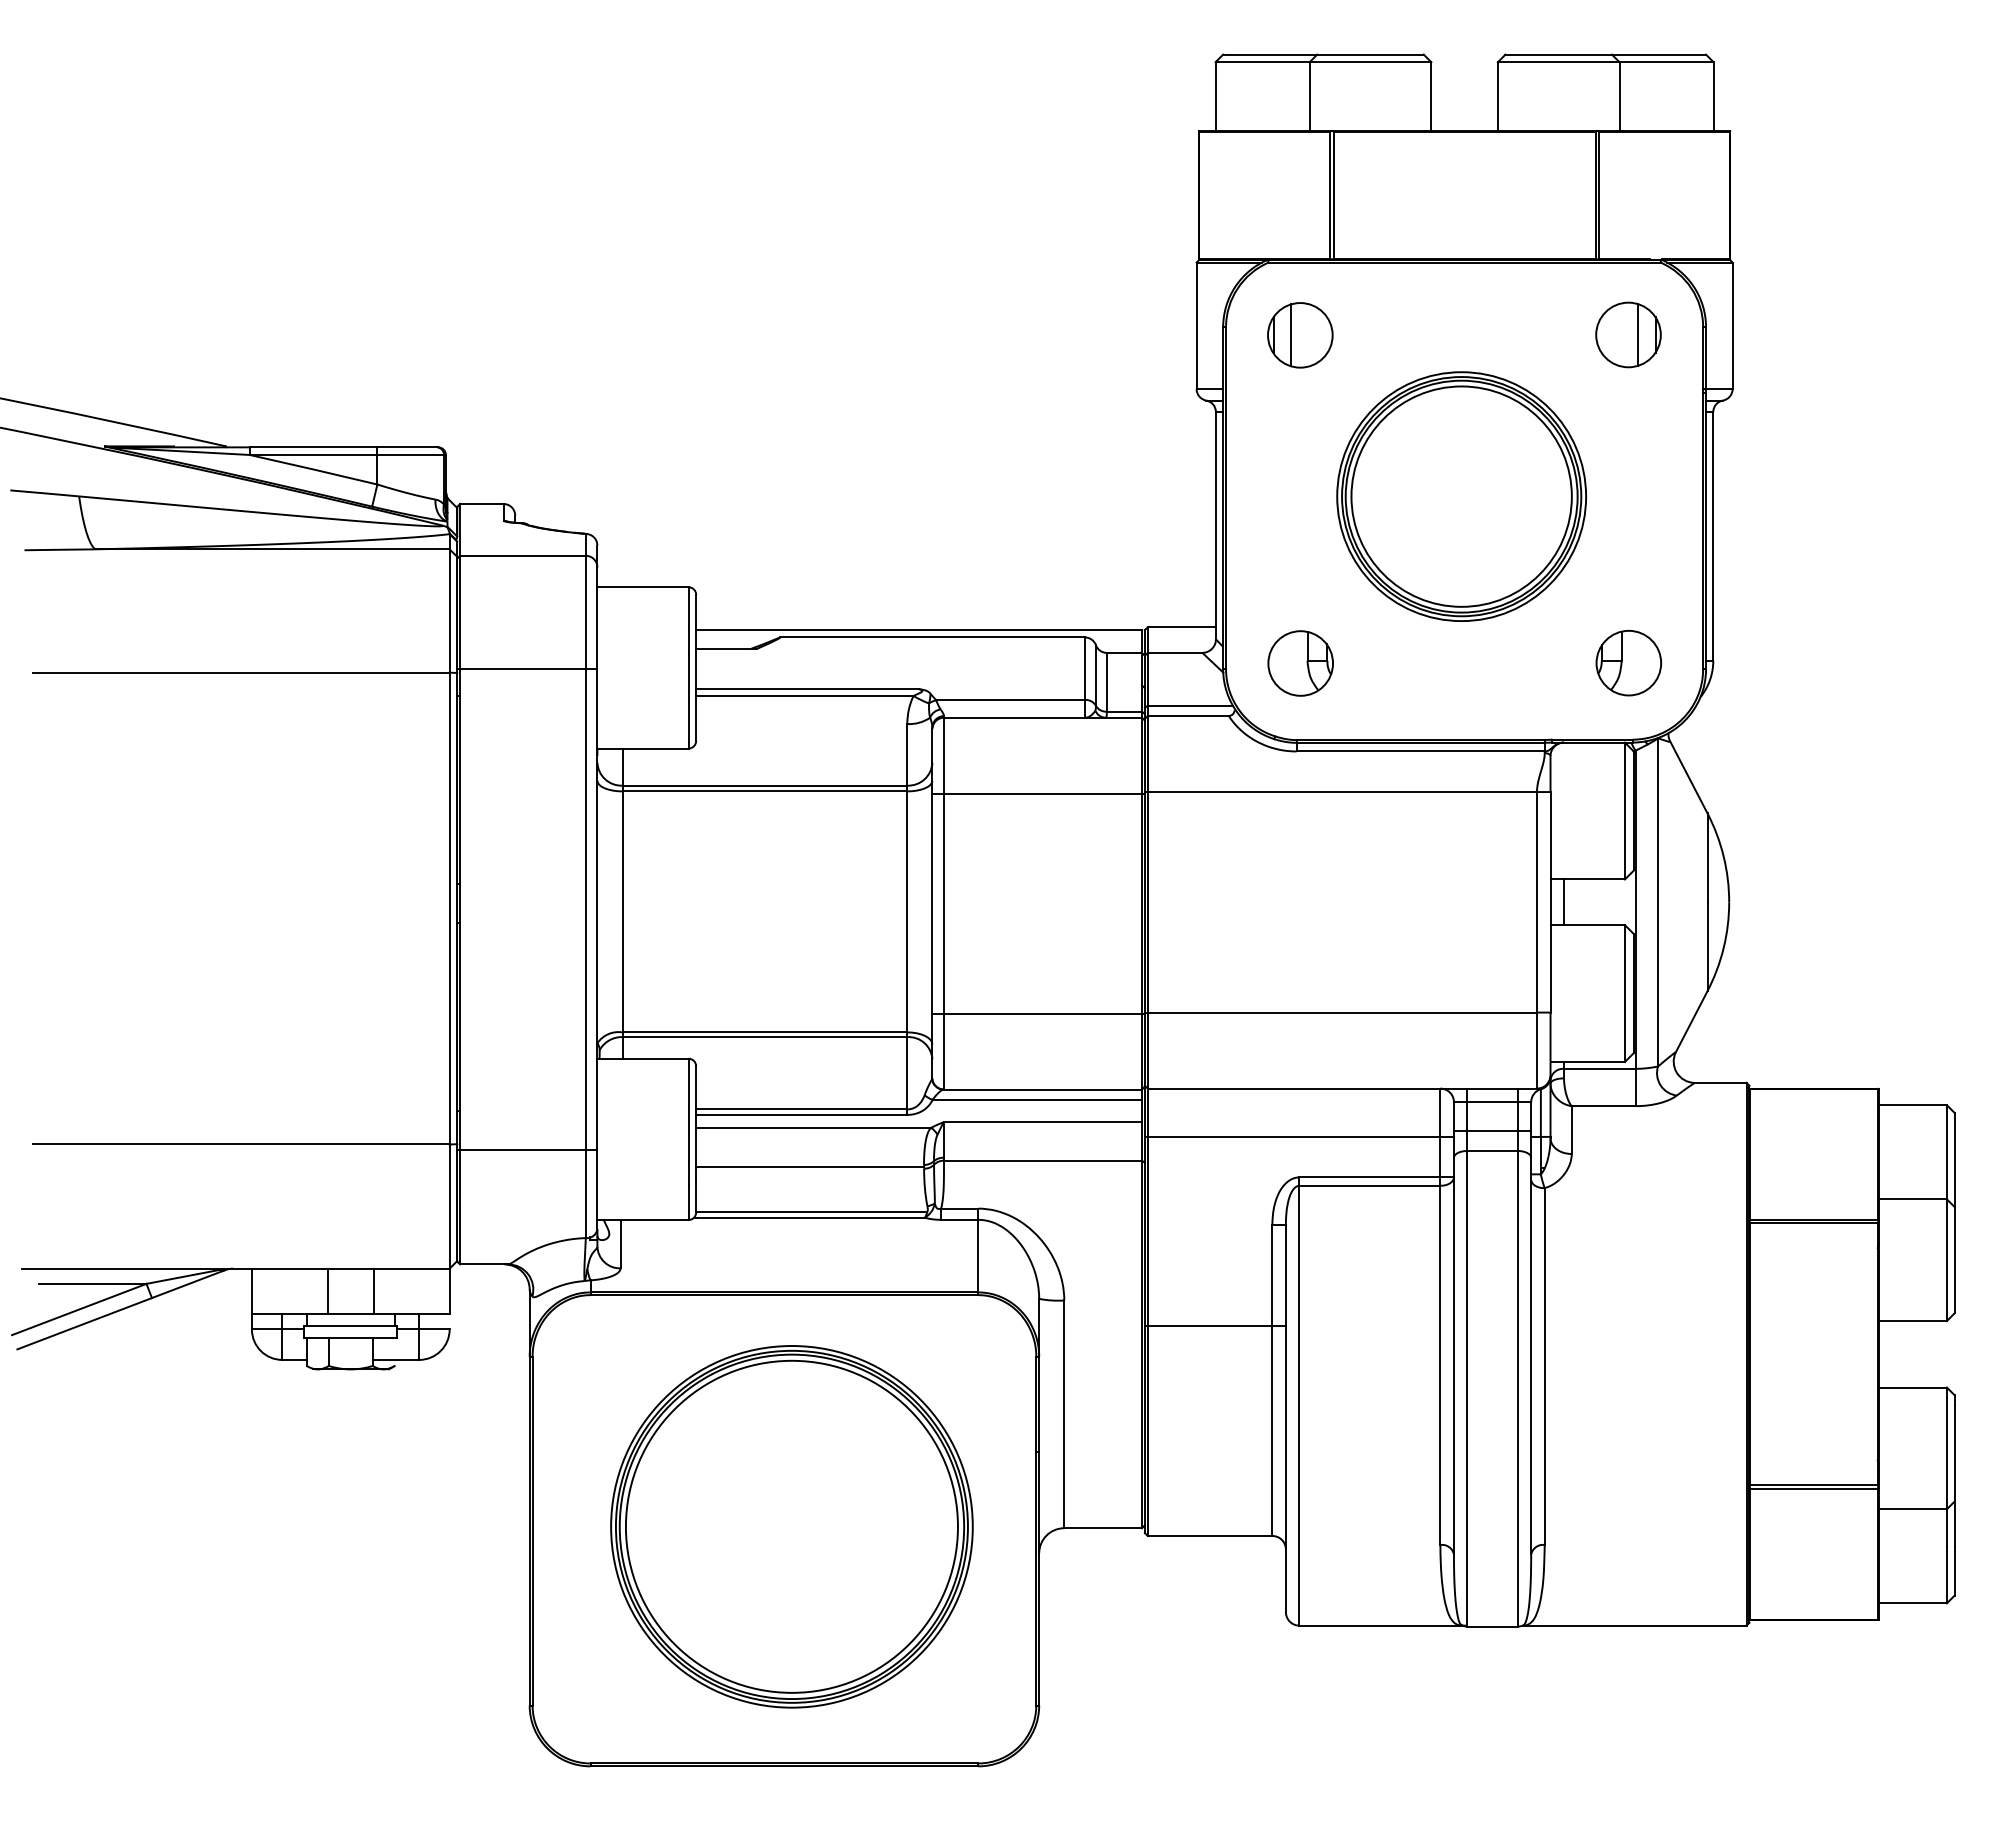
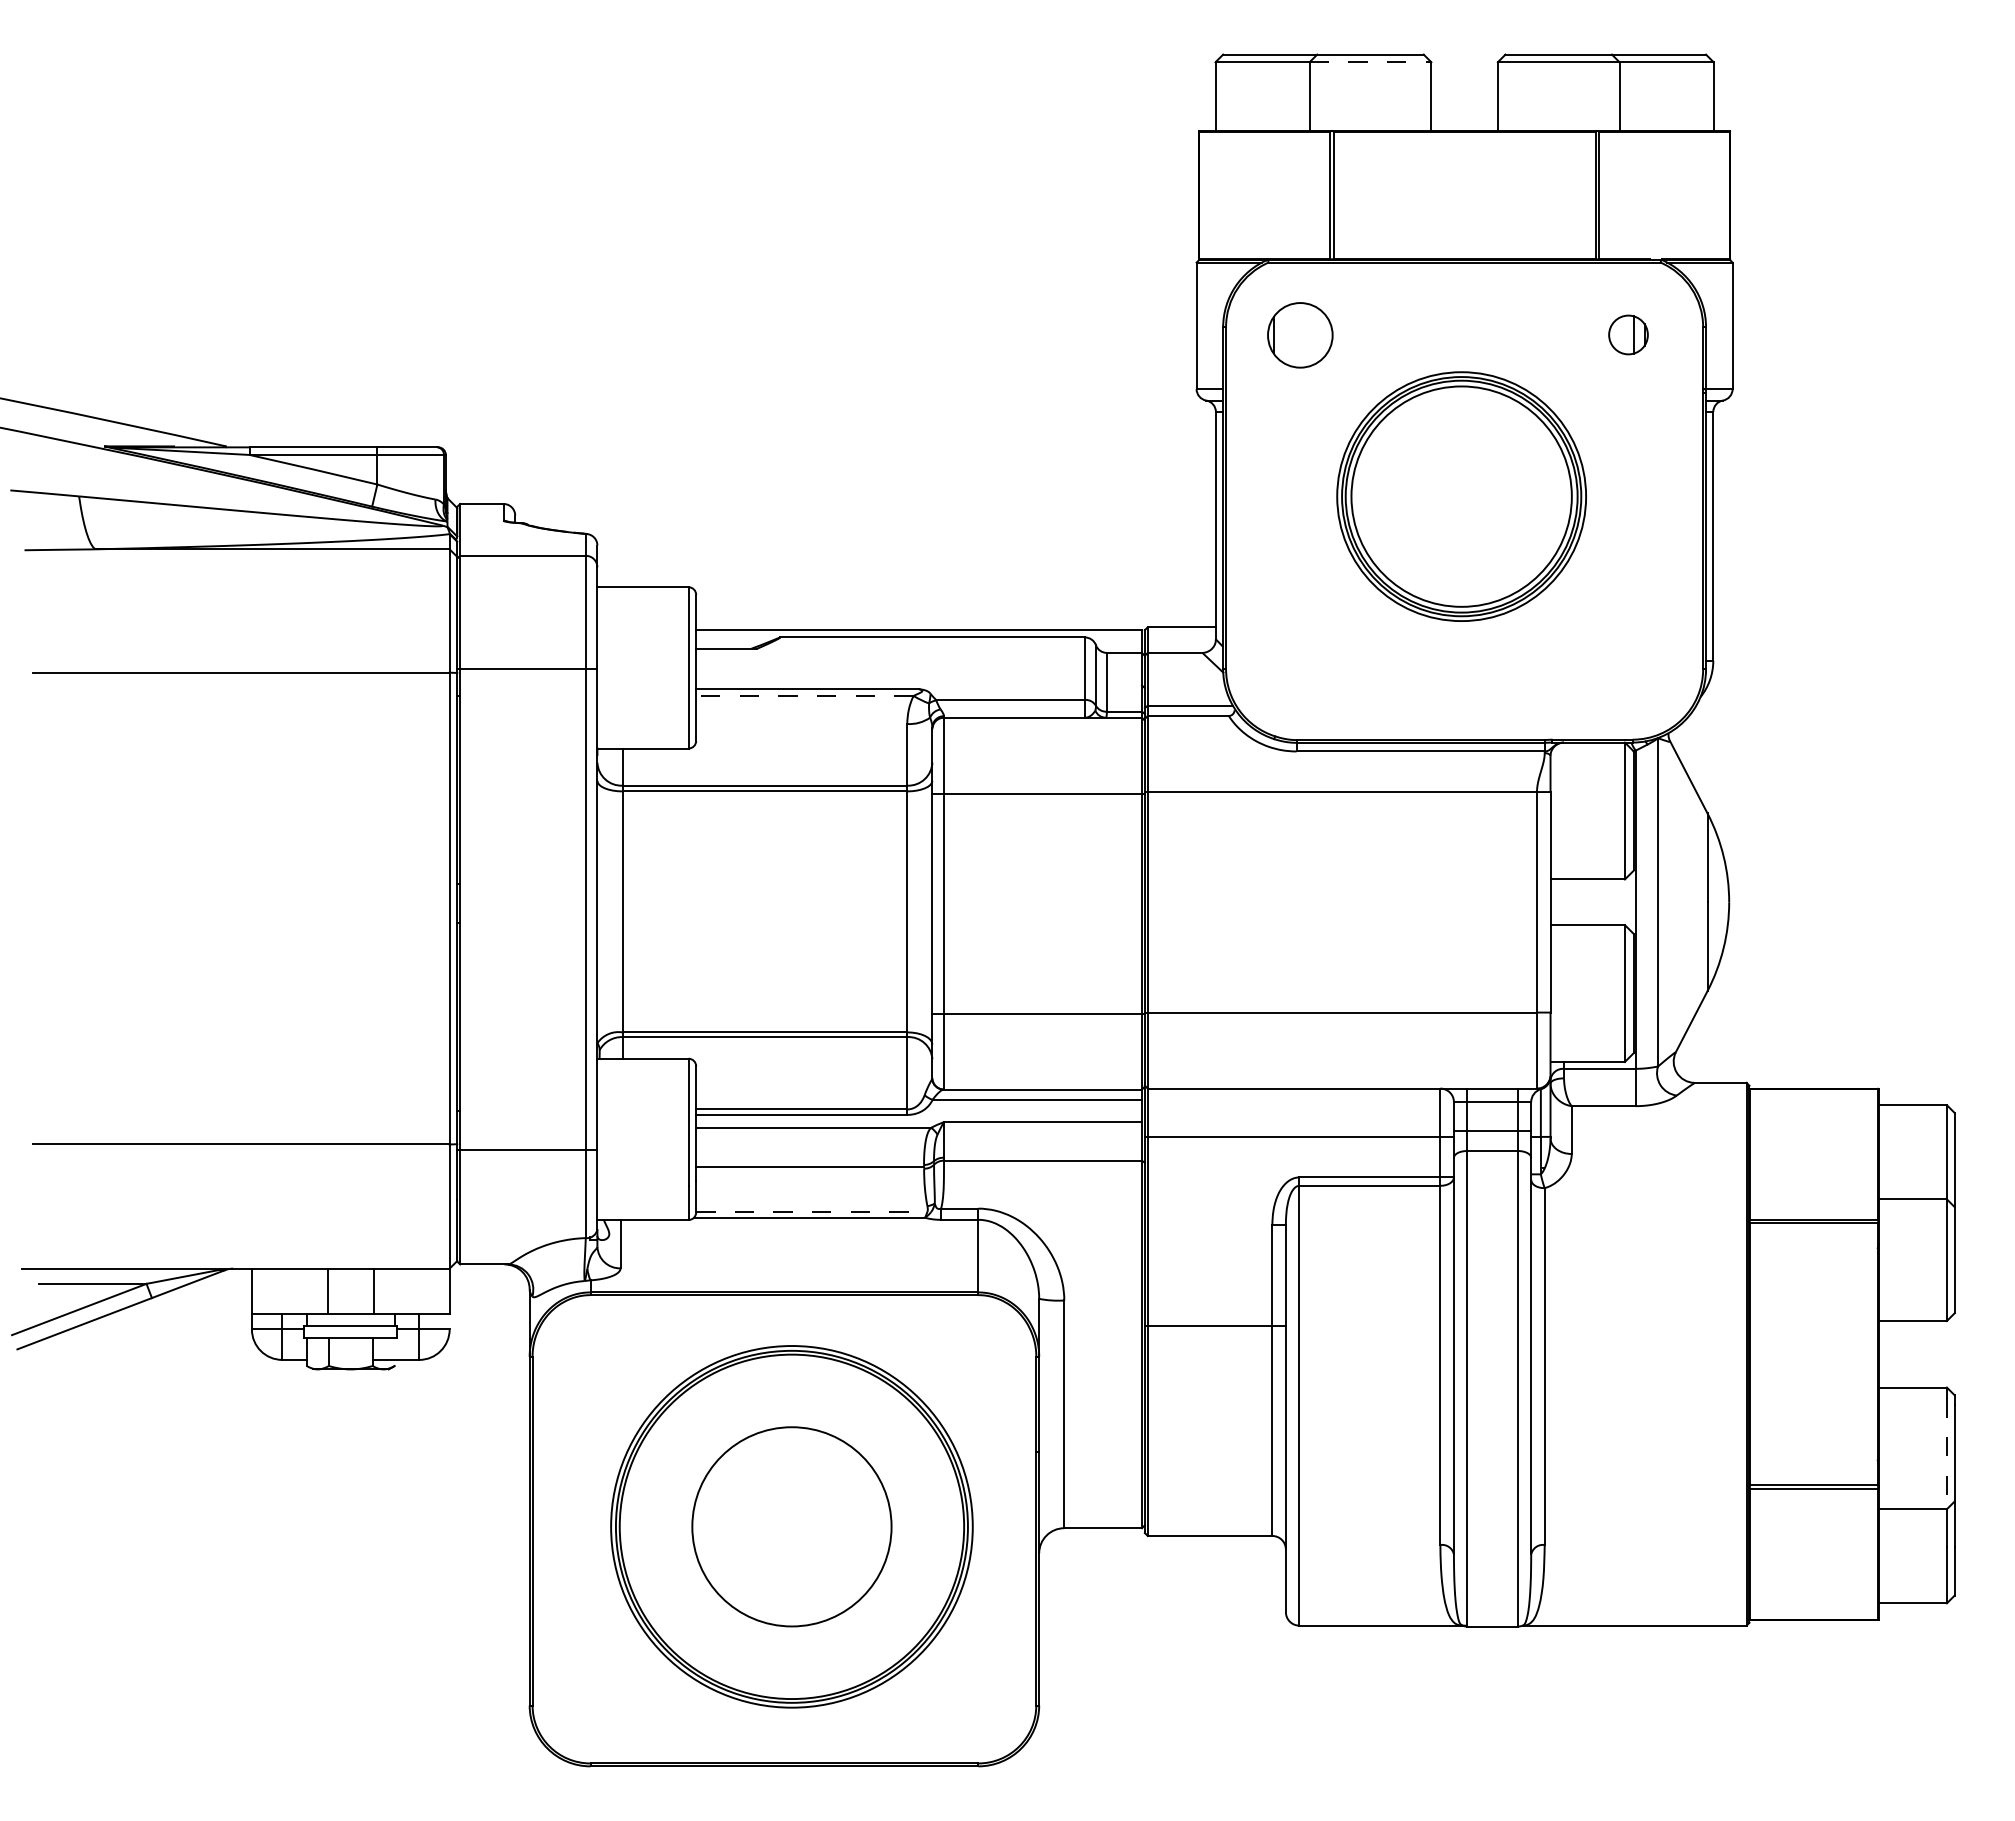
line at (1370, 62): solid -> dashed
part at (1628, 334) size: 67x68 px -> 41x42 px
line at (1291, 335): present -> none
part at (1300, 663): present -> none
part at (1628, 663): present -> none
line at (804, 695): solid -> dashed
line at (1564, 902): present -> none
line at (811, 1211): solid -> dashed
line at (1946, 1454): solid -> dashed
circle at (791, 1526) diameter: 332 px -> 199 px
